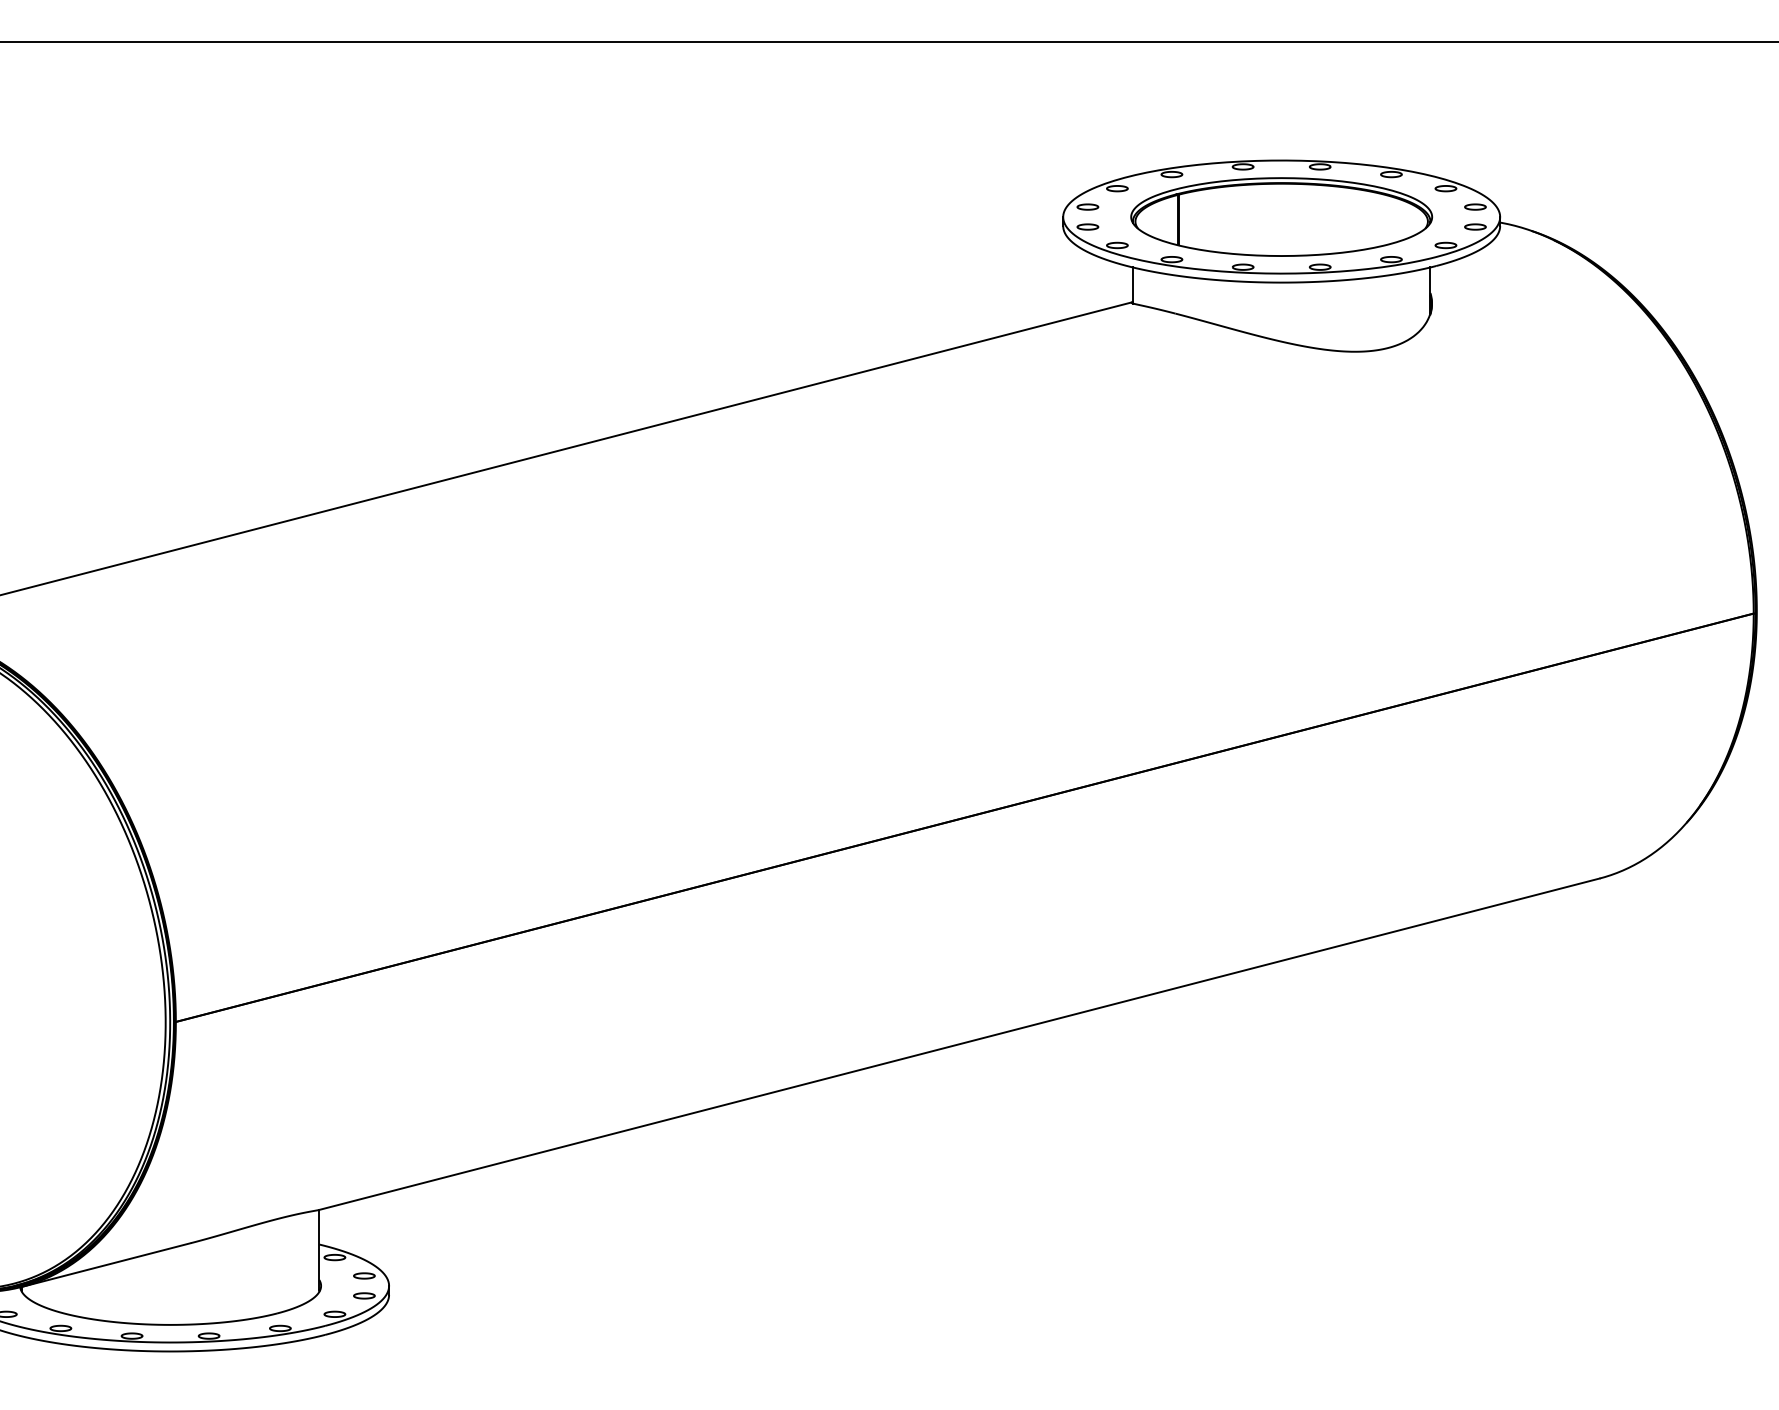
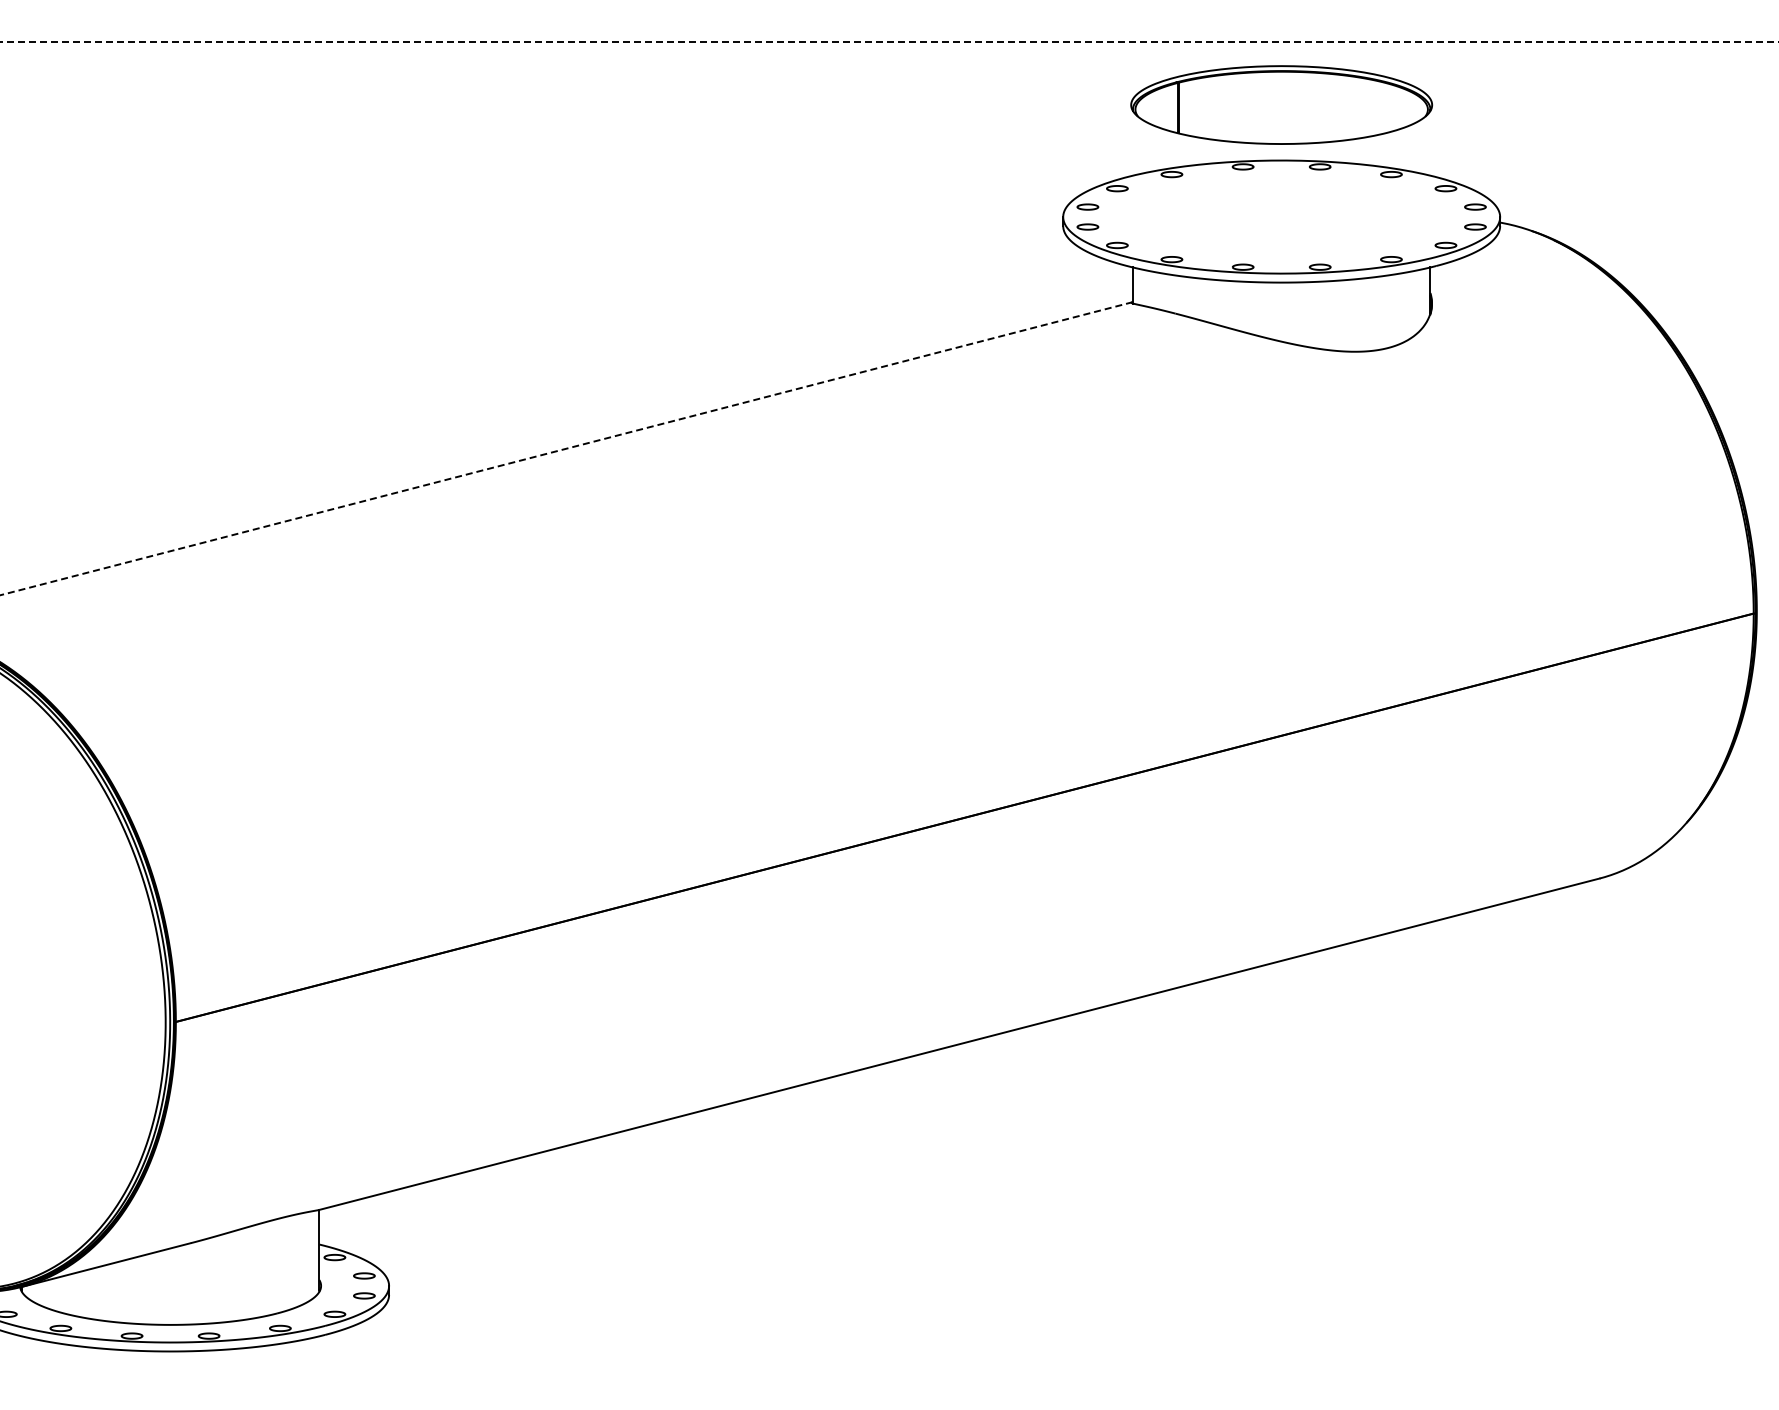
line at (889, 42): solid -> dashed
part at (1281, 216) position: (1281, 216) -> (1281, 104)
line at (566, 448): solid -> dashed
